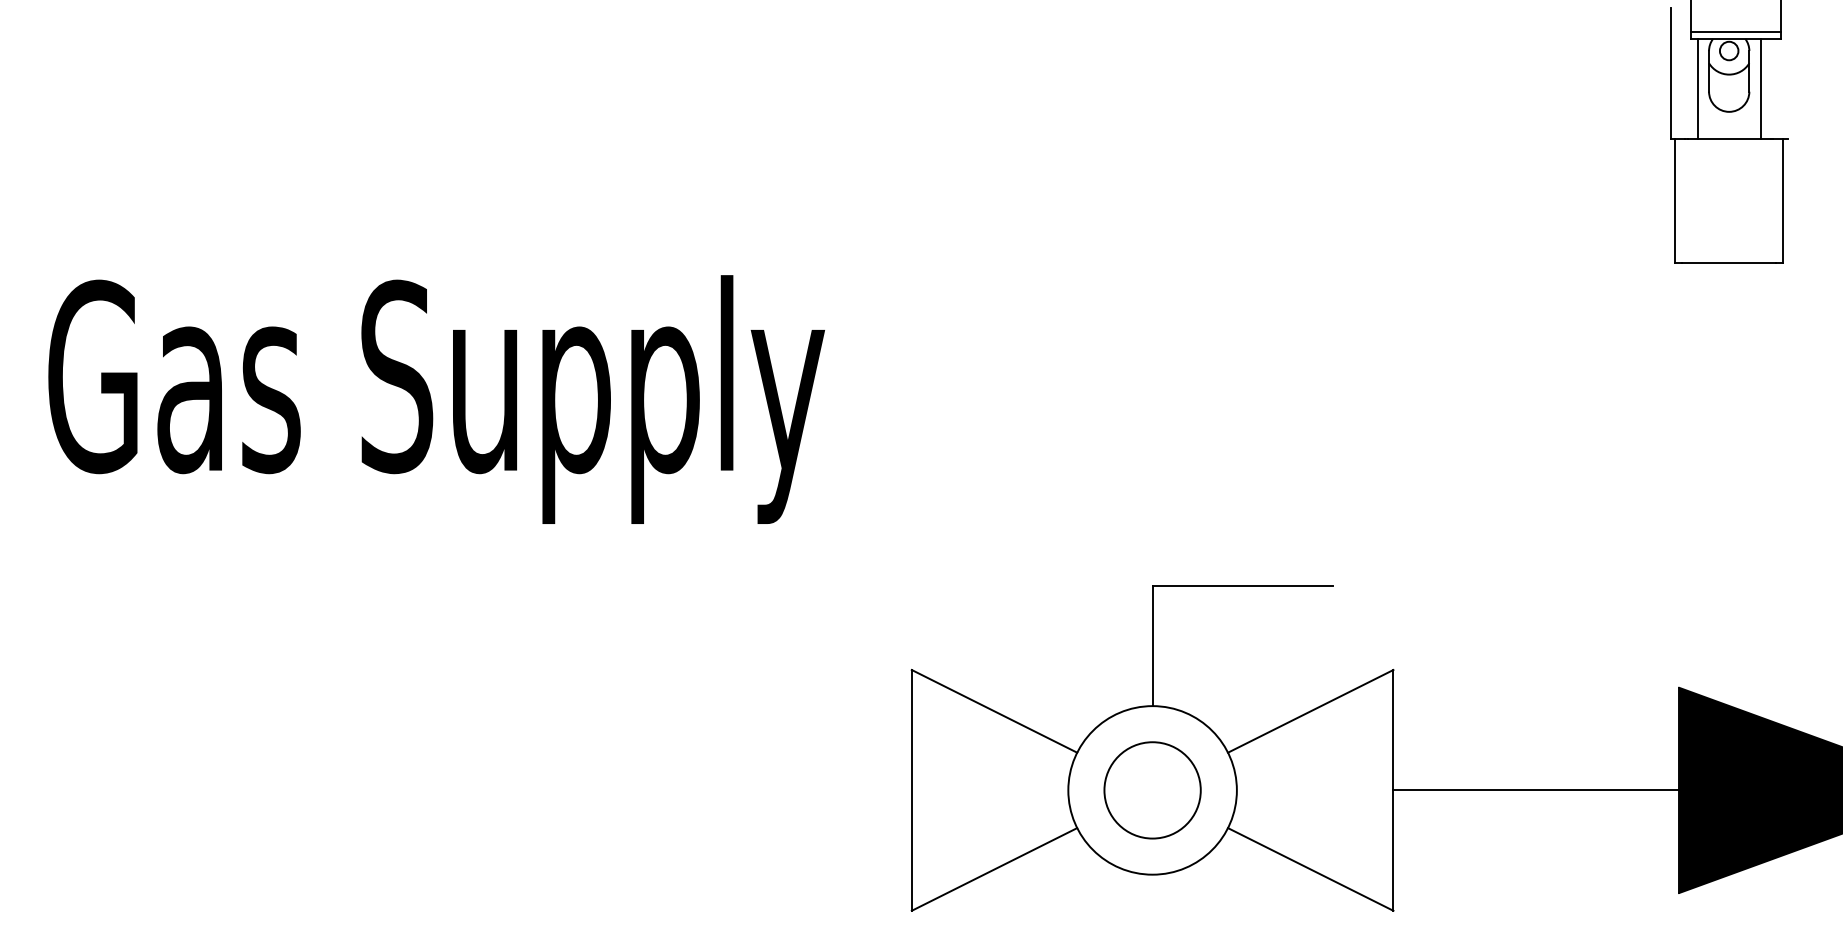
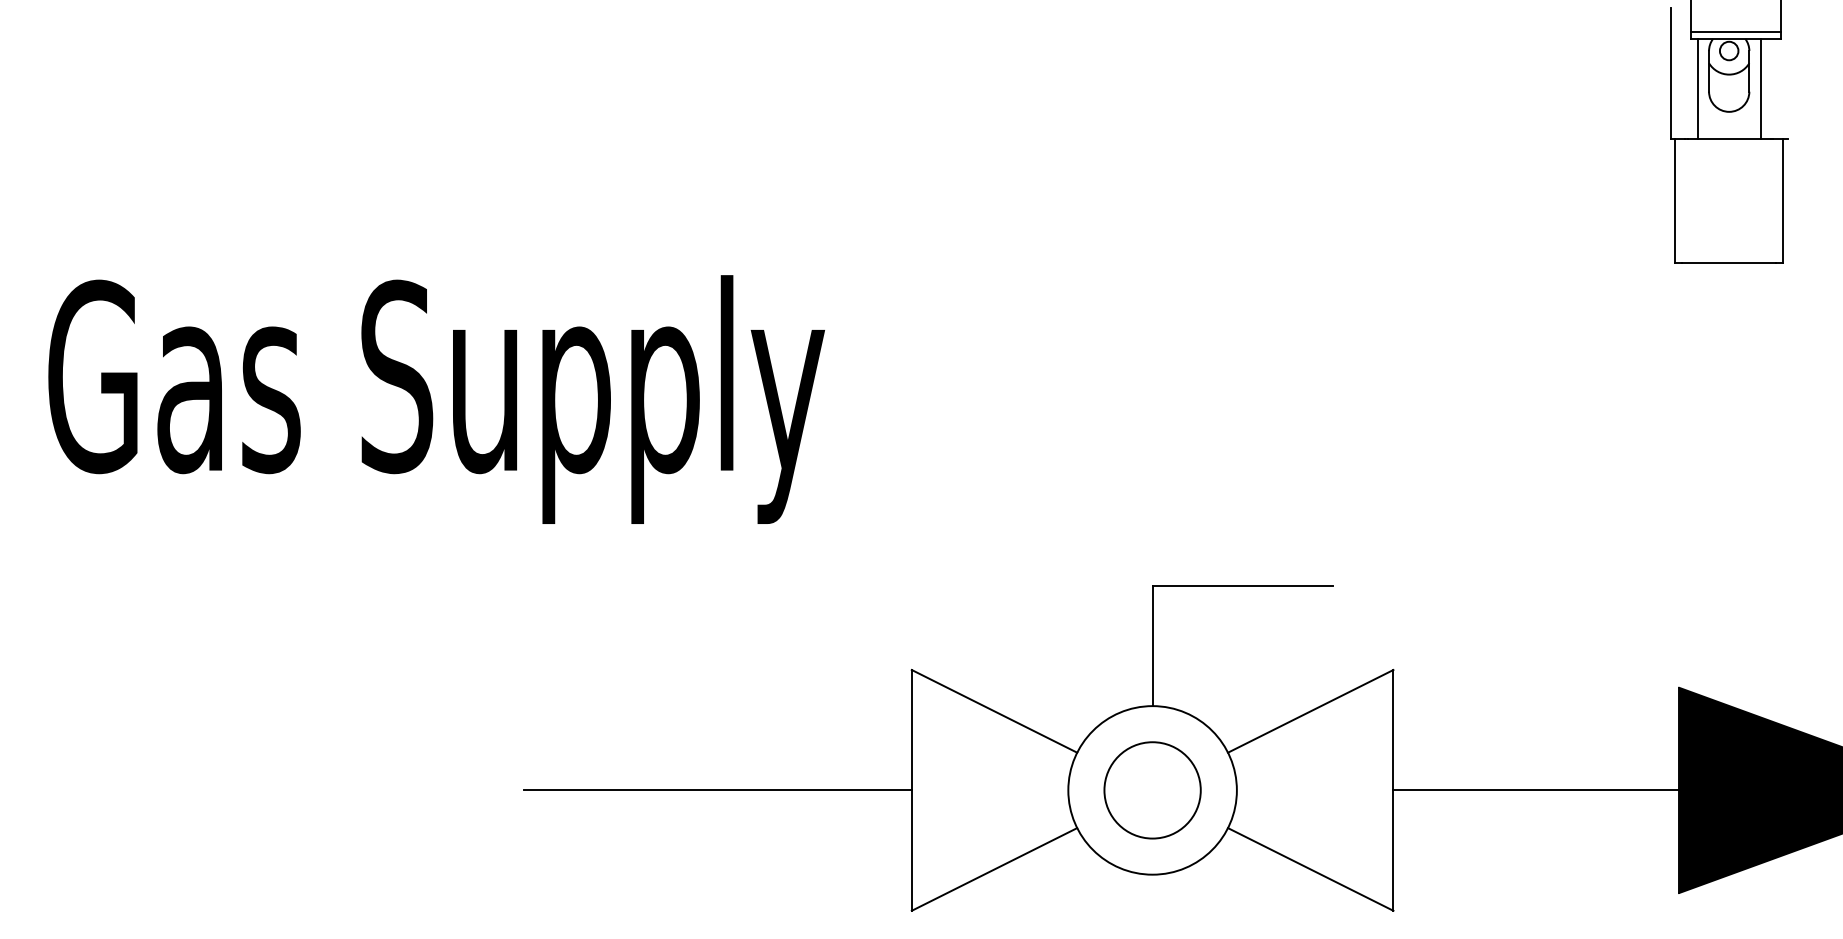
line at (717, 790): none -> present
